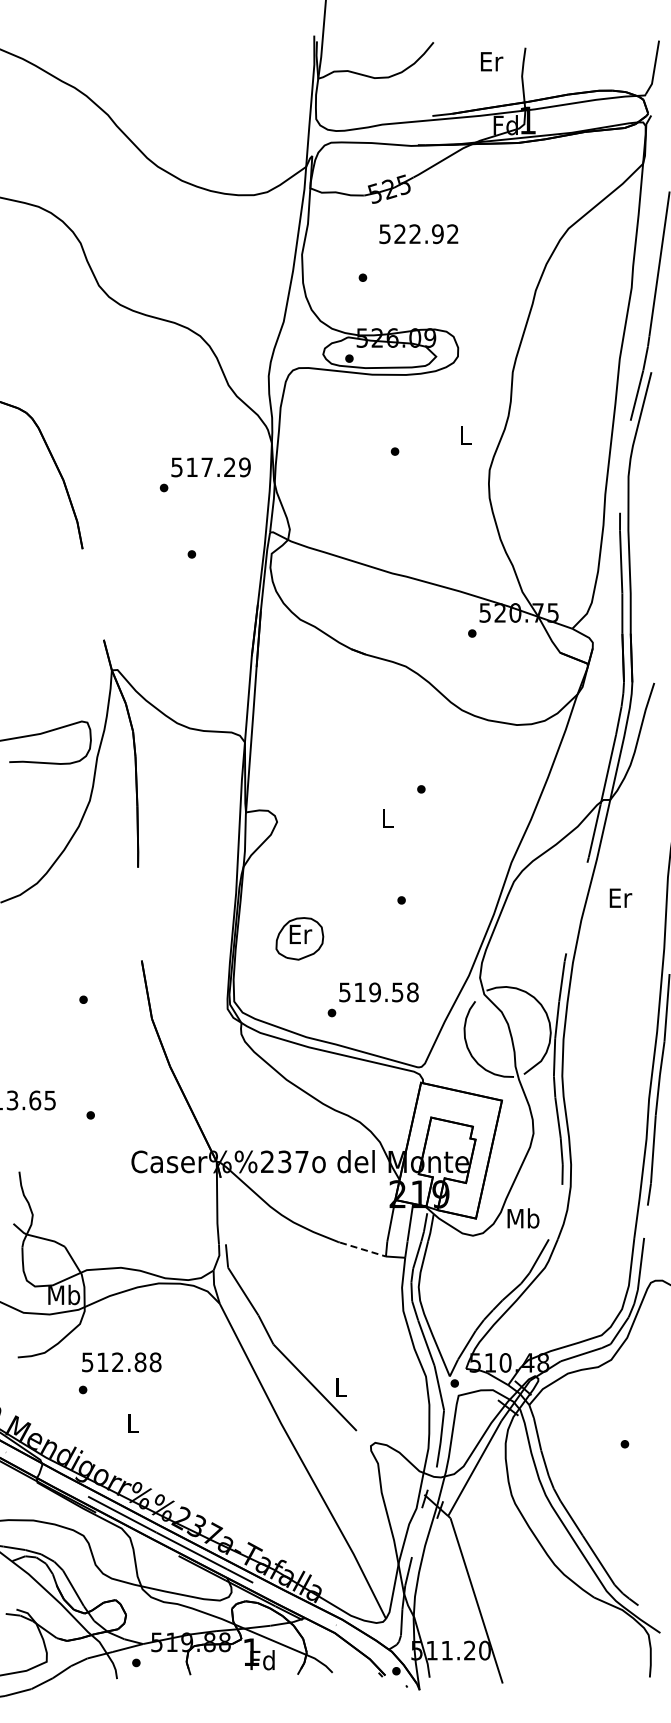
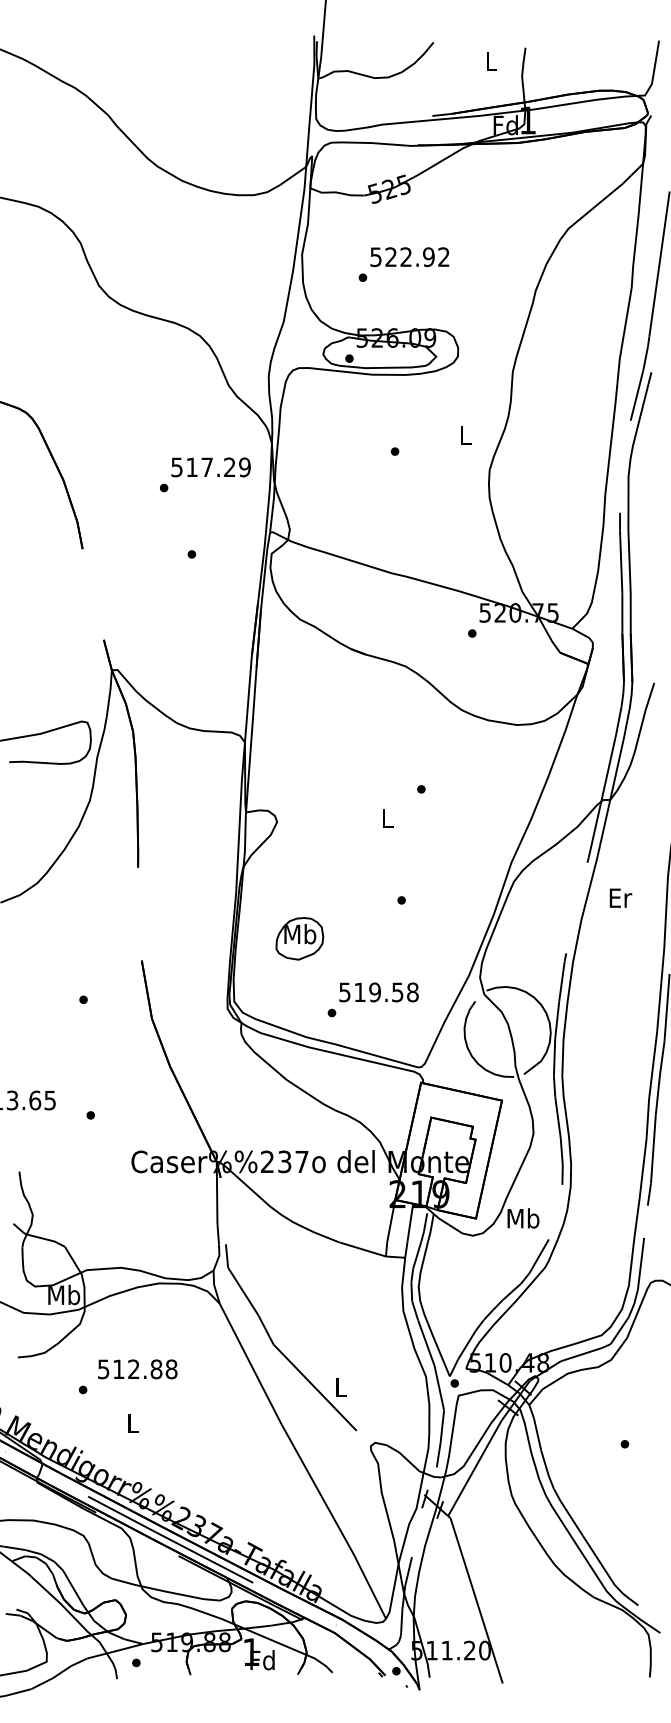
text at (492, 61): Er -> L
text at (418, 234) position: (418, 234) -> (409, 257)
text at (300, 934): Er -> Mb
line at (362, 1249): dashed -> solid
text at (121, 1362) position: (121, 1362) -> (137, 1369)
